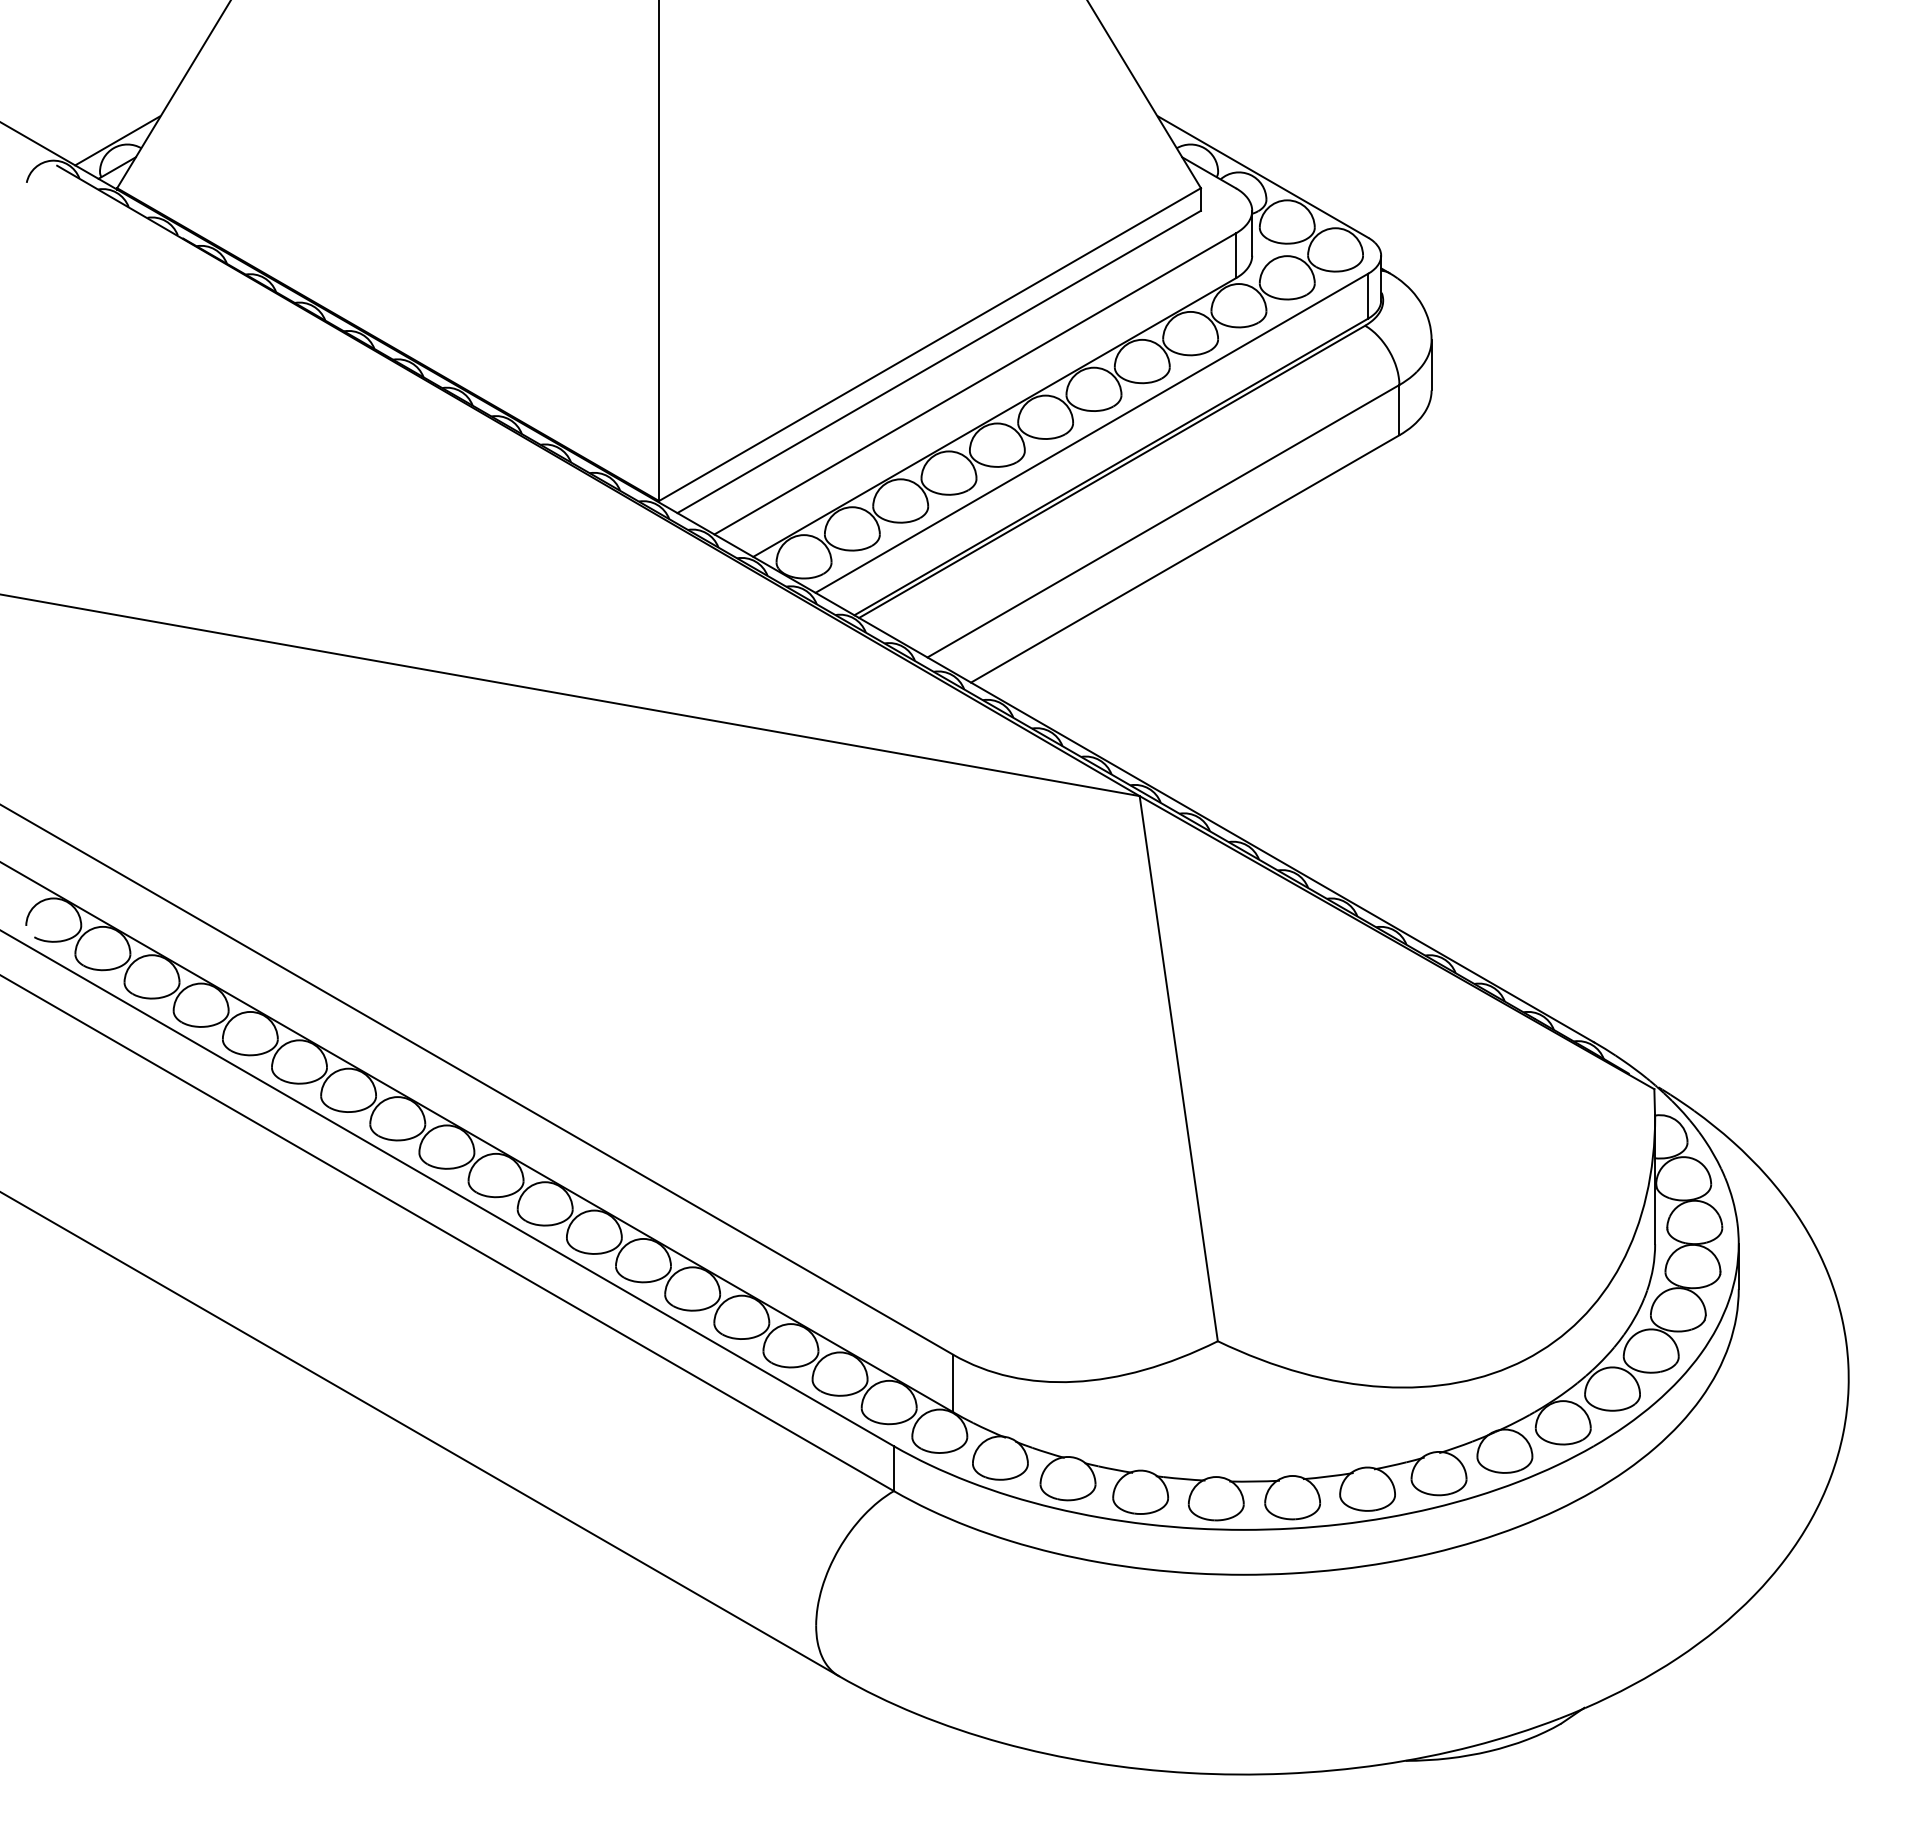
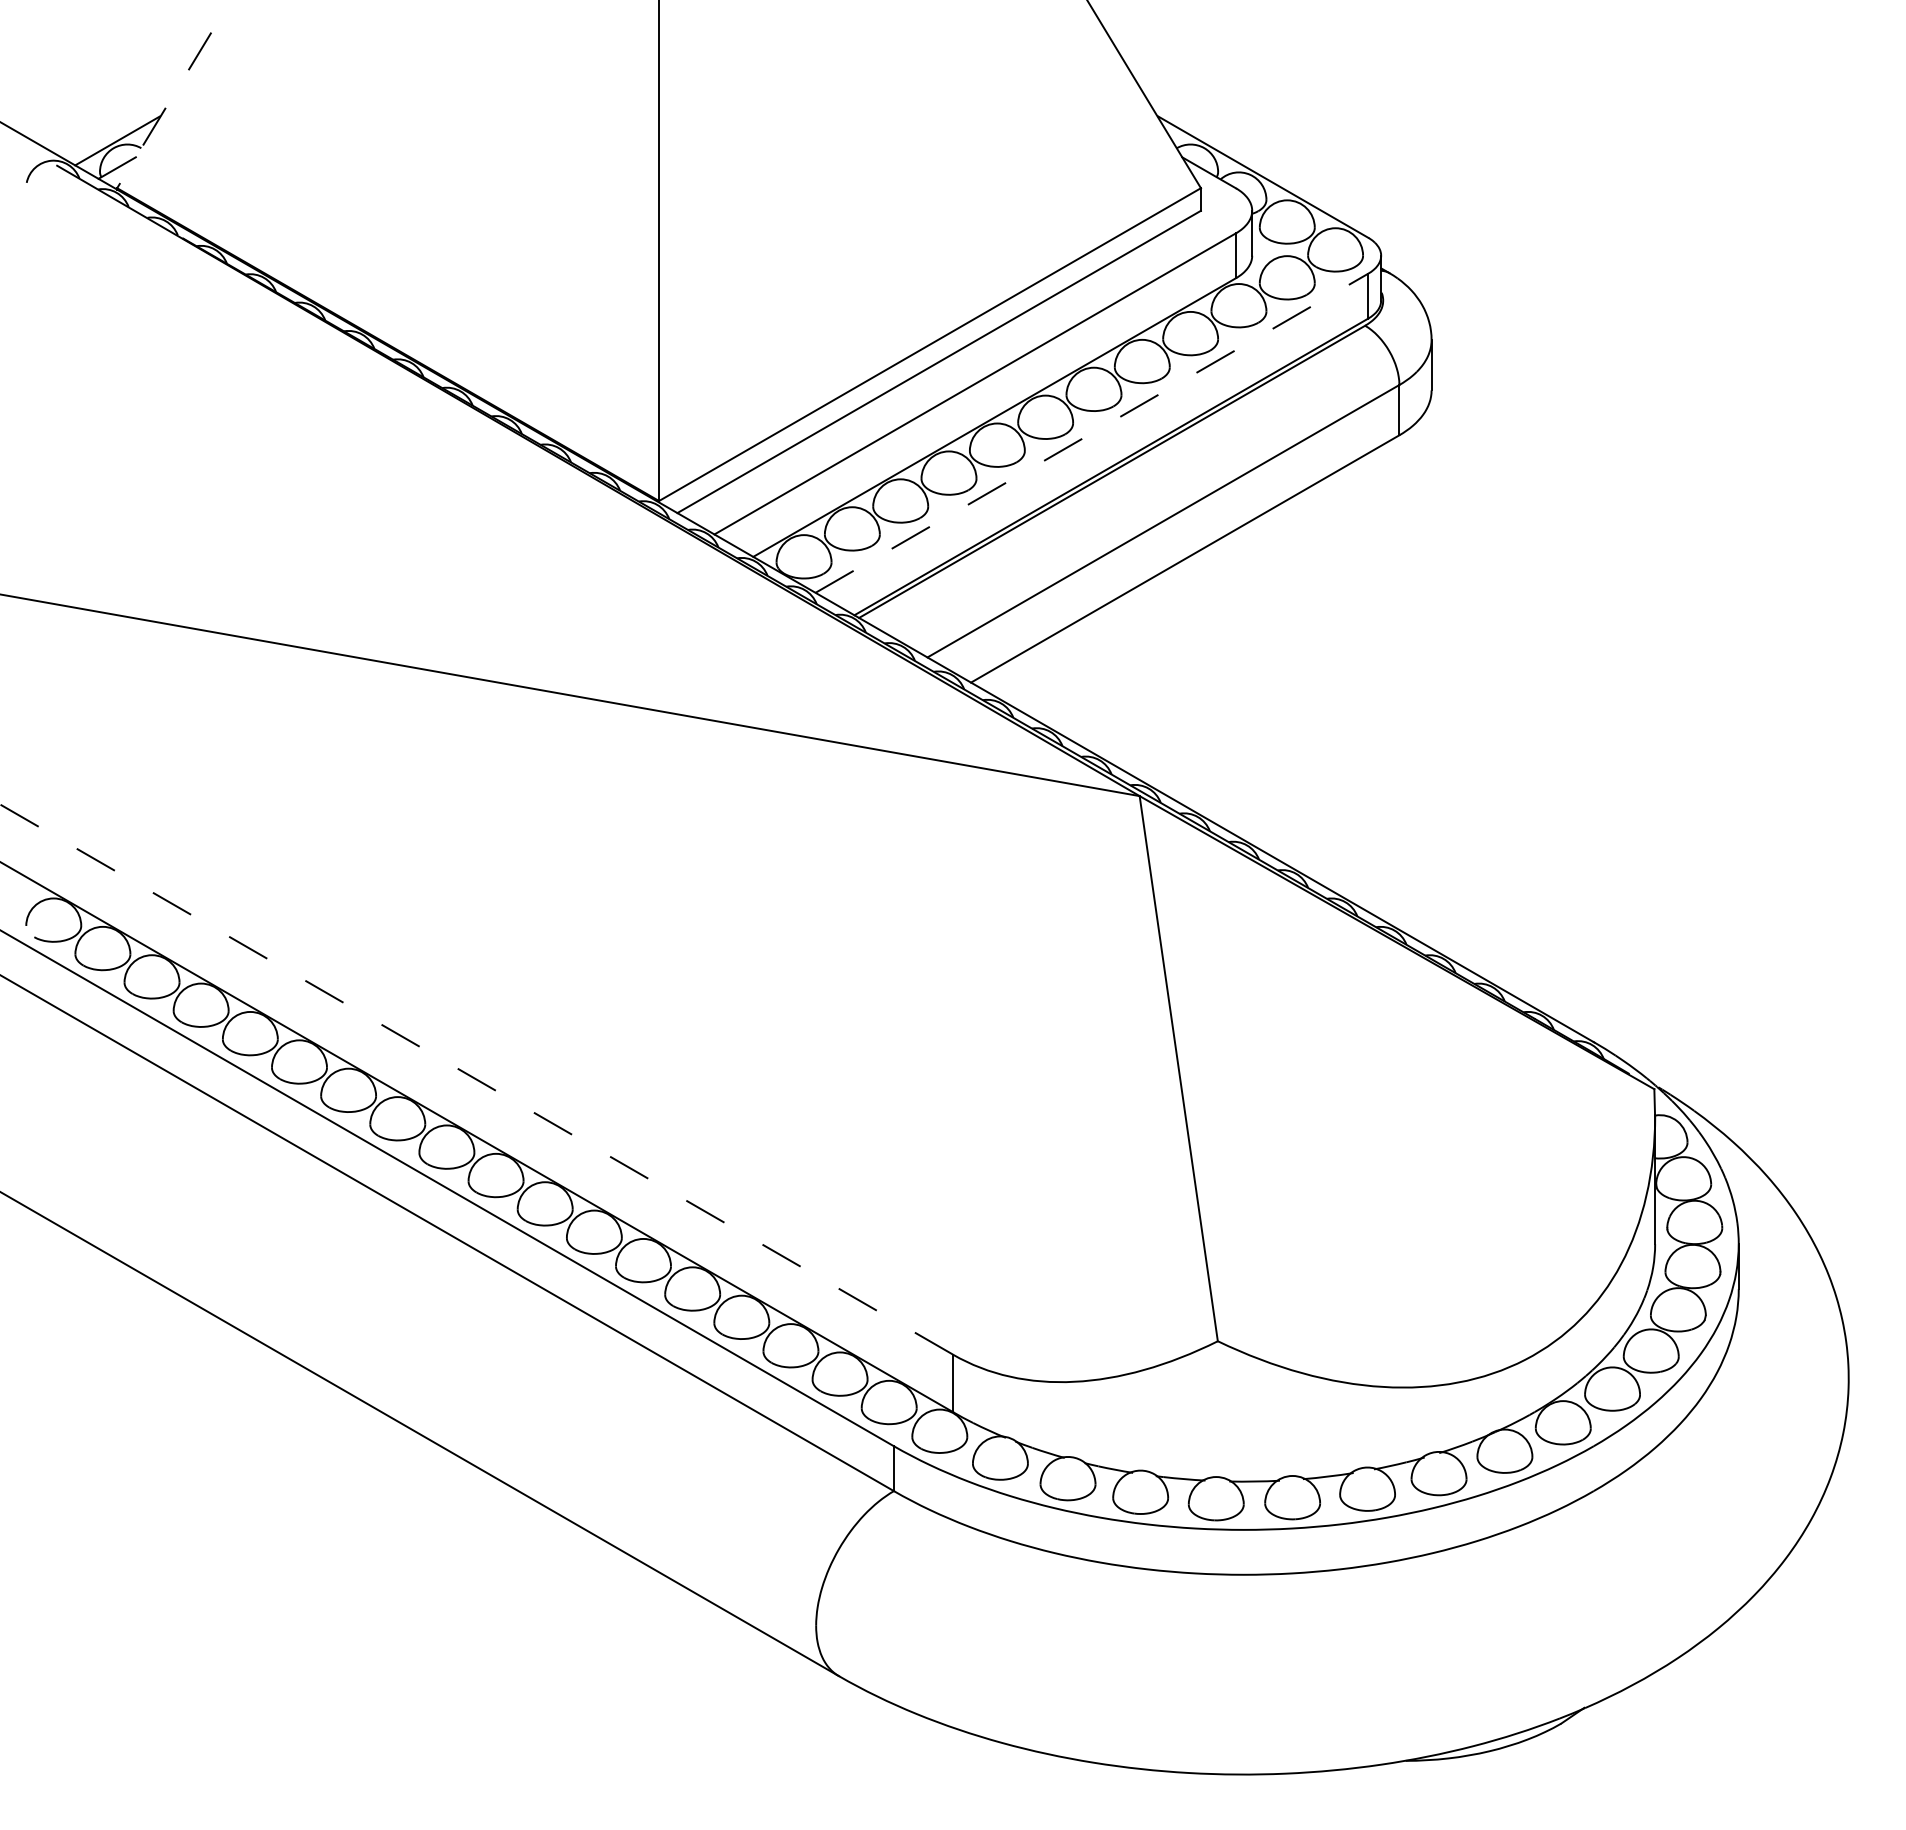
line at (174, 94): solid -> dashed
line at (1092, 433): solid -> dashed
line at (476, 1079): solid -> dashed
